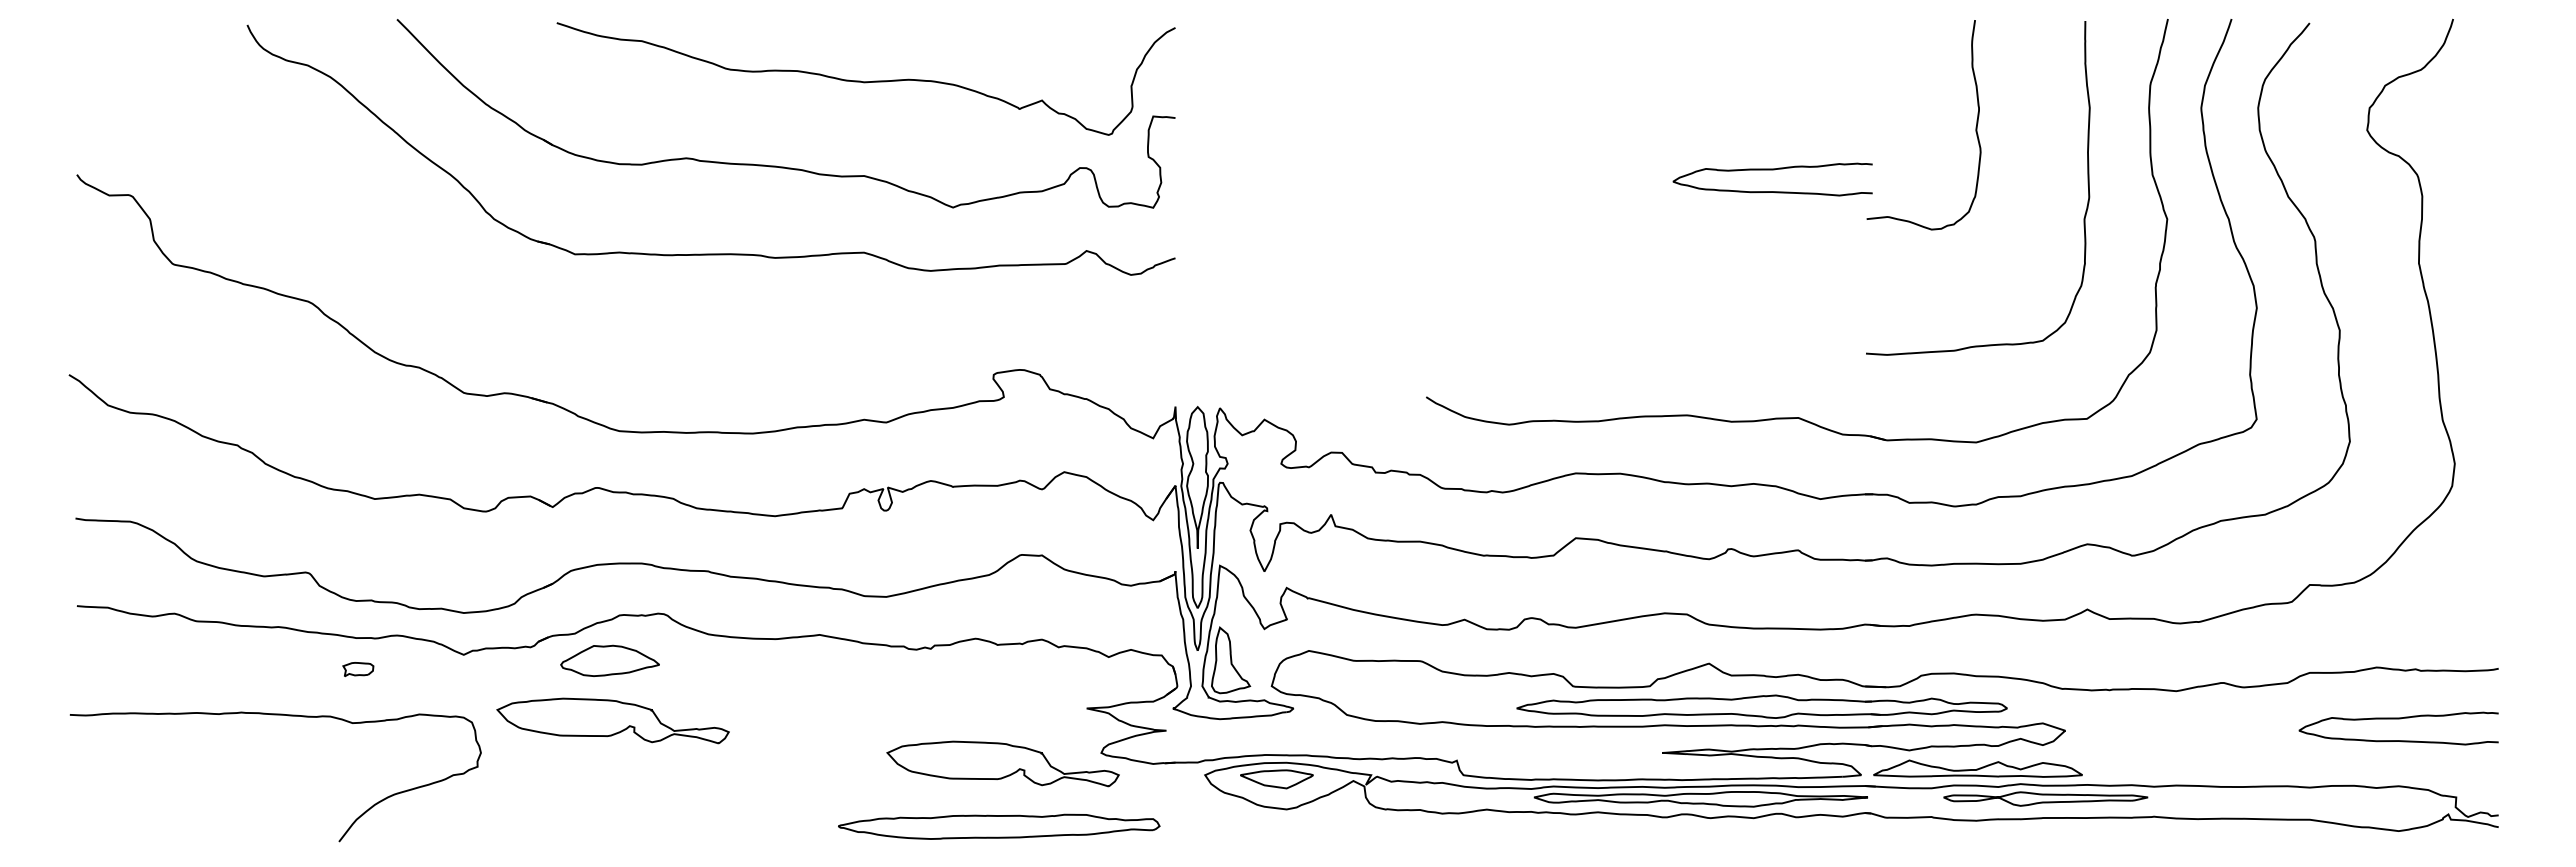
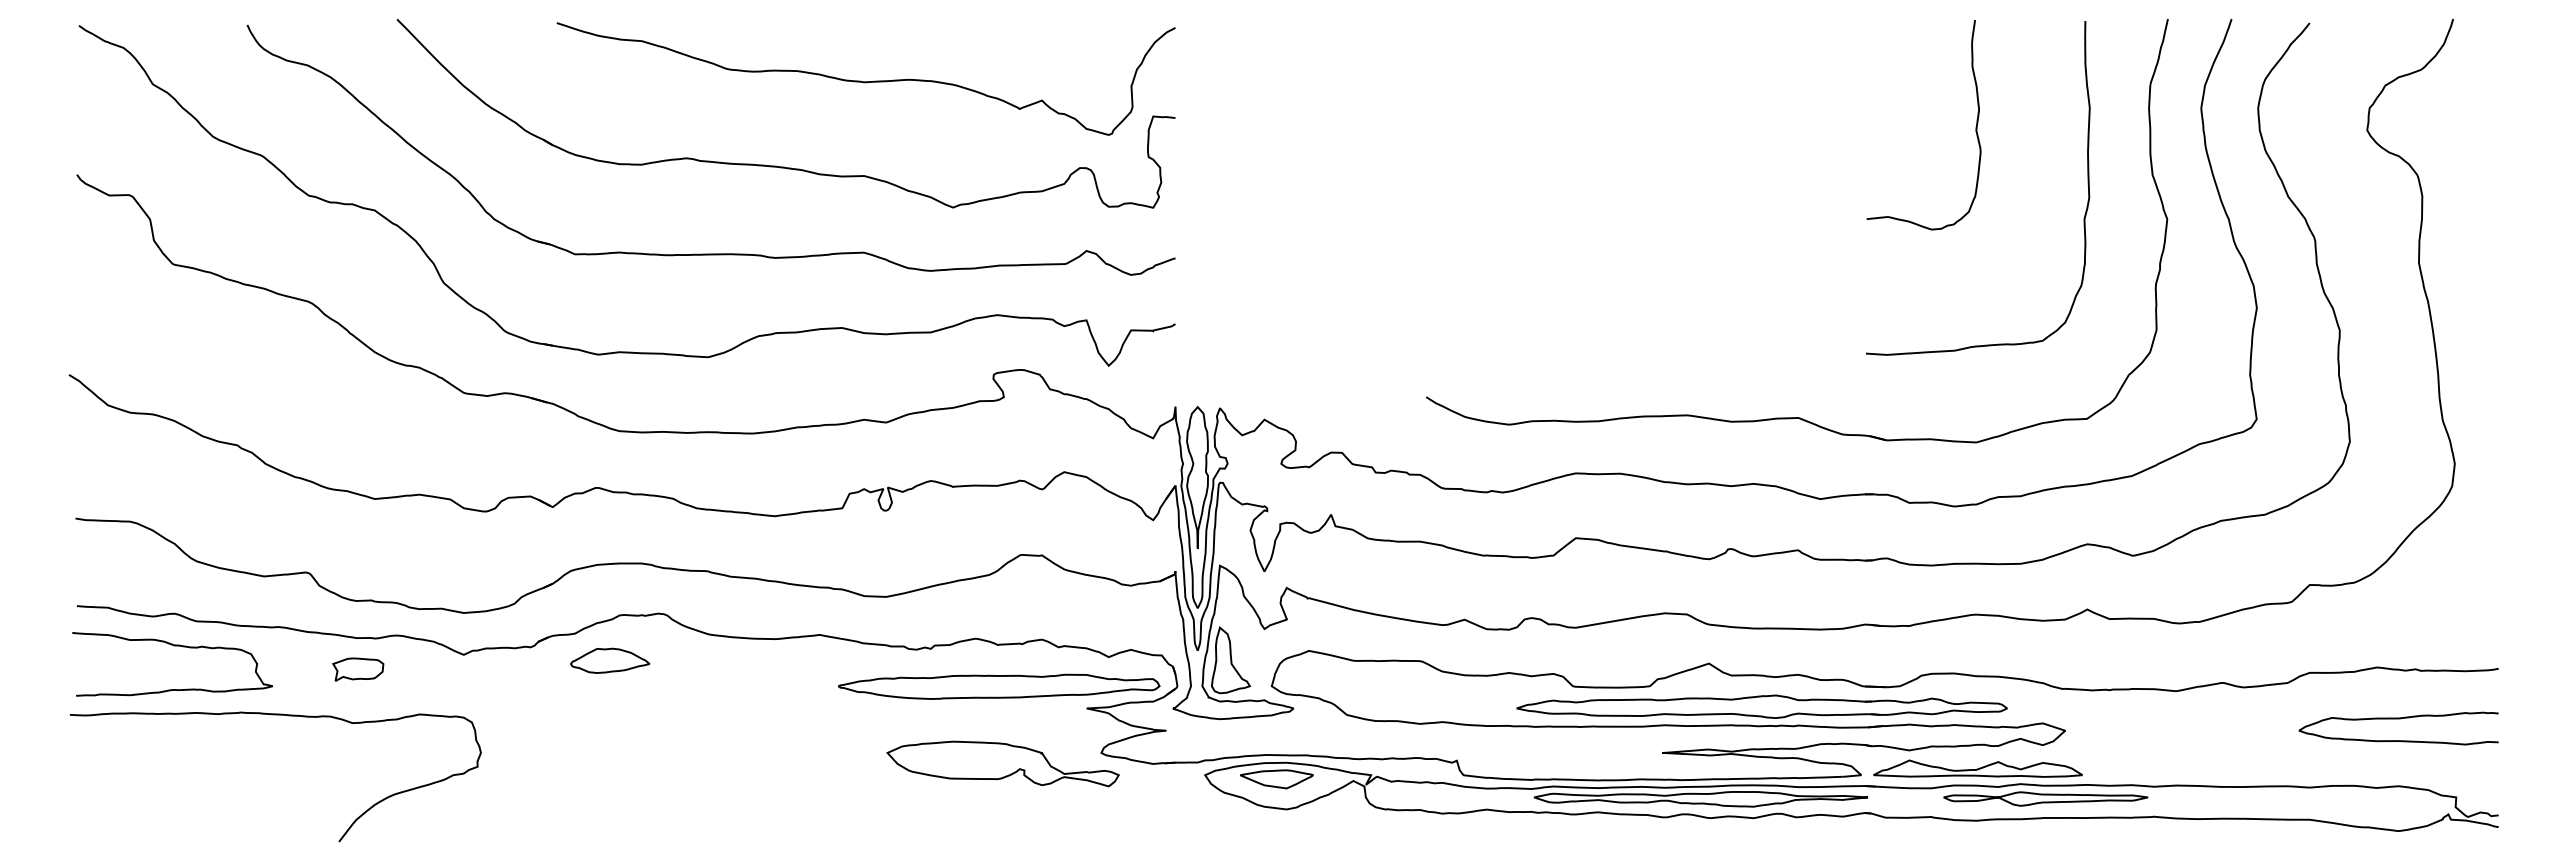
curve at (1772, 170): present -> none
part at (626, 351): none -> present
curve at (174, 646): none -> present
part at (609, 660) size: 100x33 px -> 81x27 px
part at (358, 669) size: 33x16 px -> 53x25 px
part at (612, 720): present -> none
part at (999, 826) position: (999, 826) -> (999, 686)
